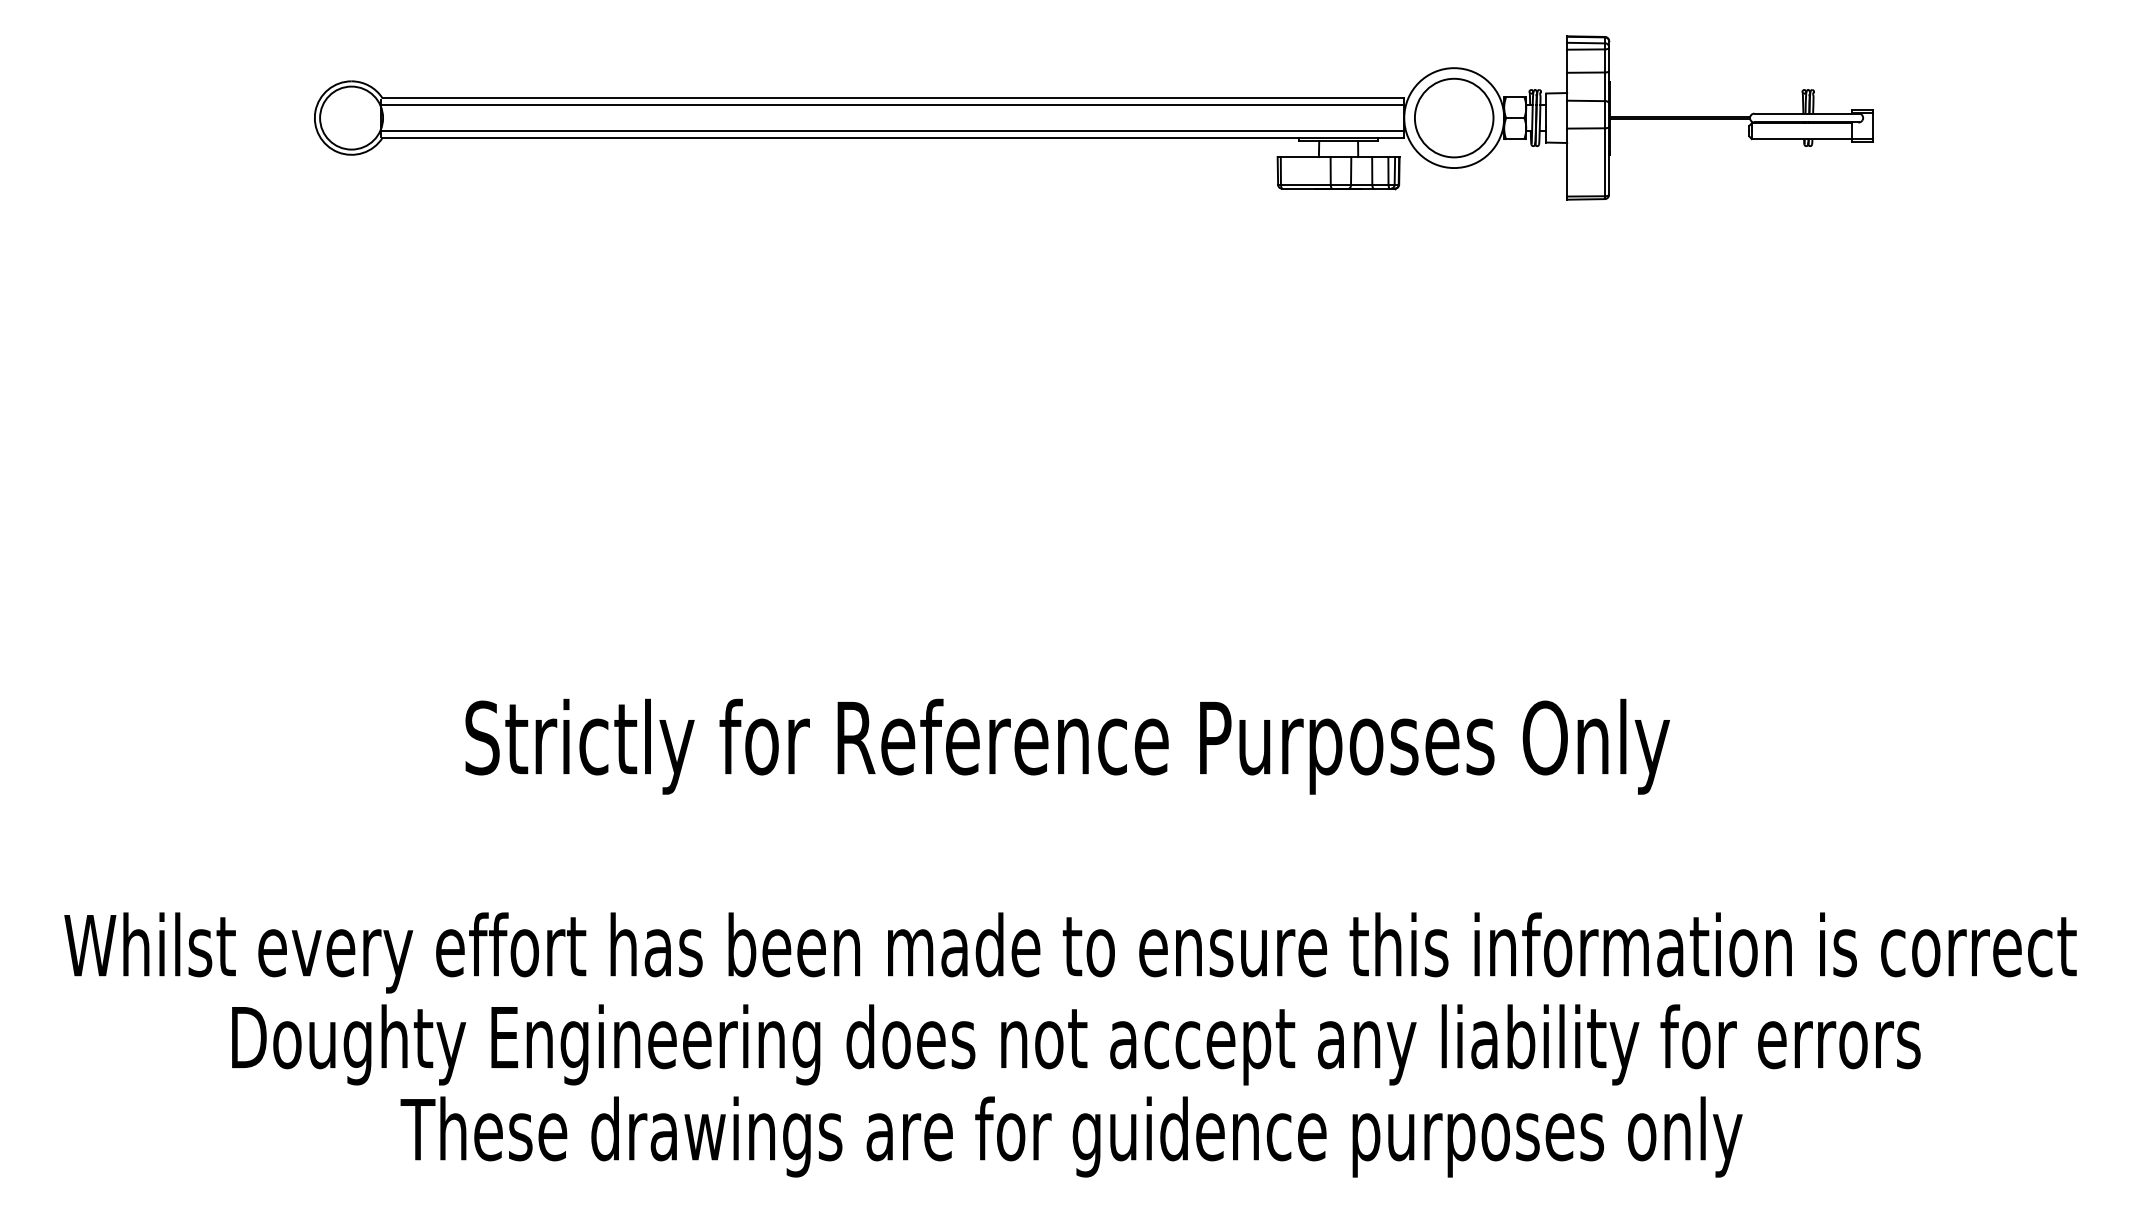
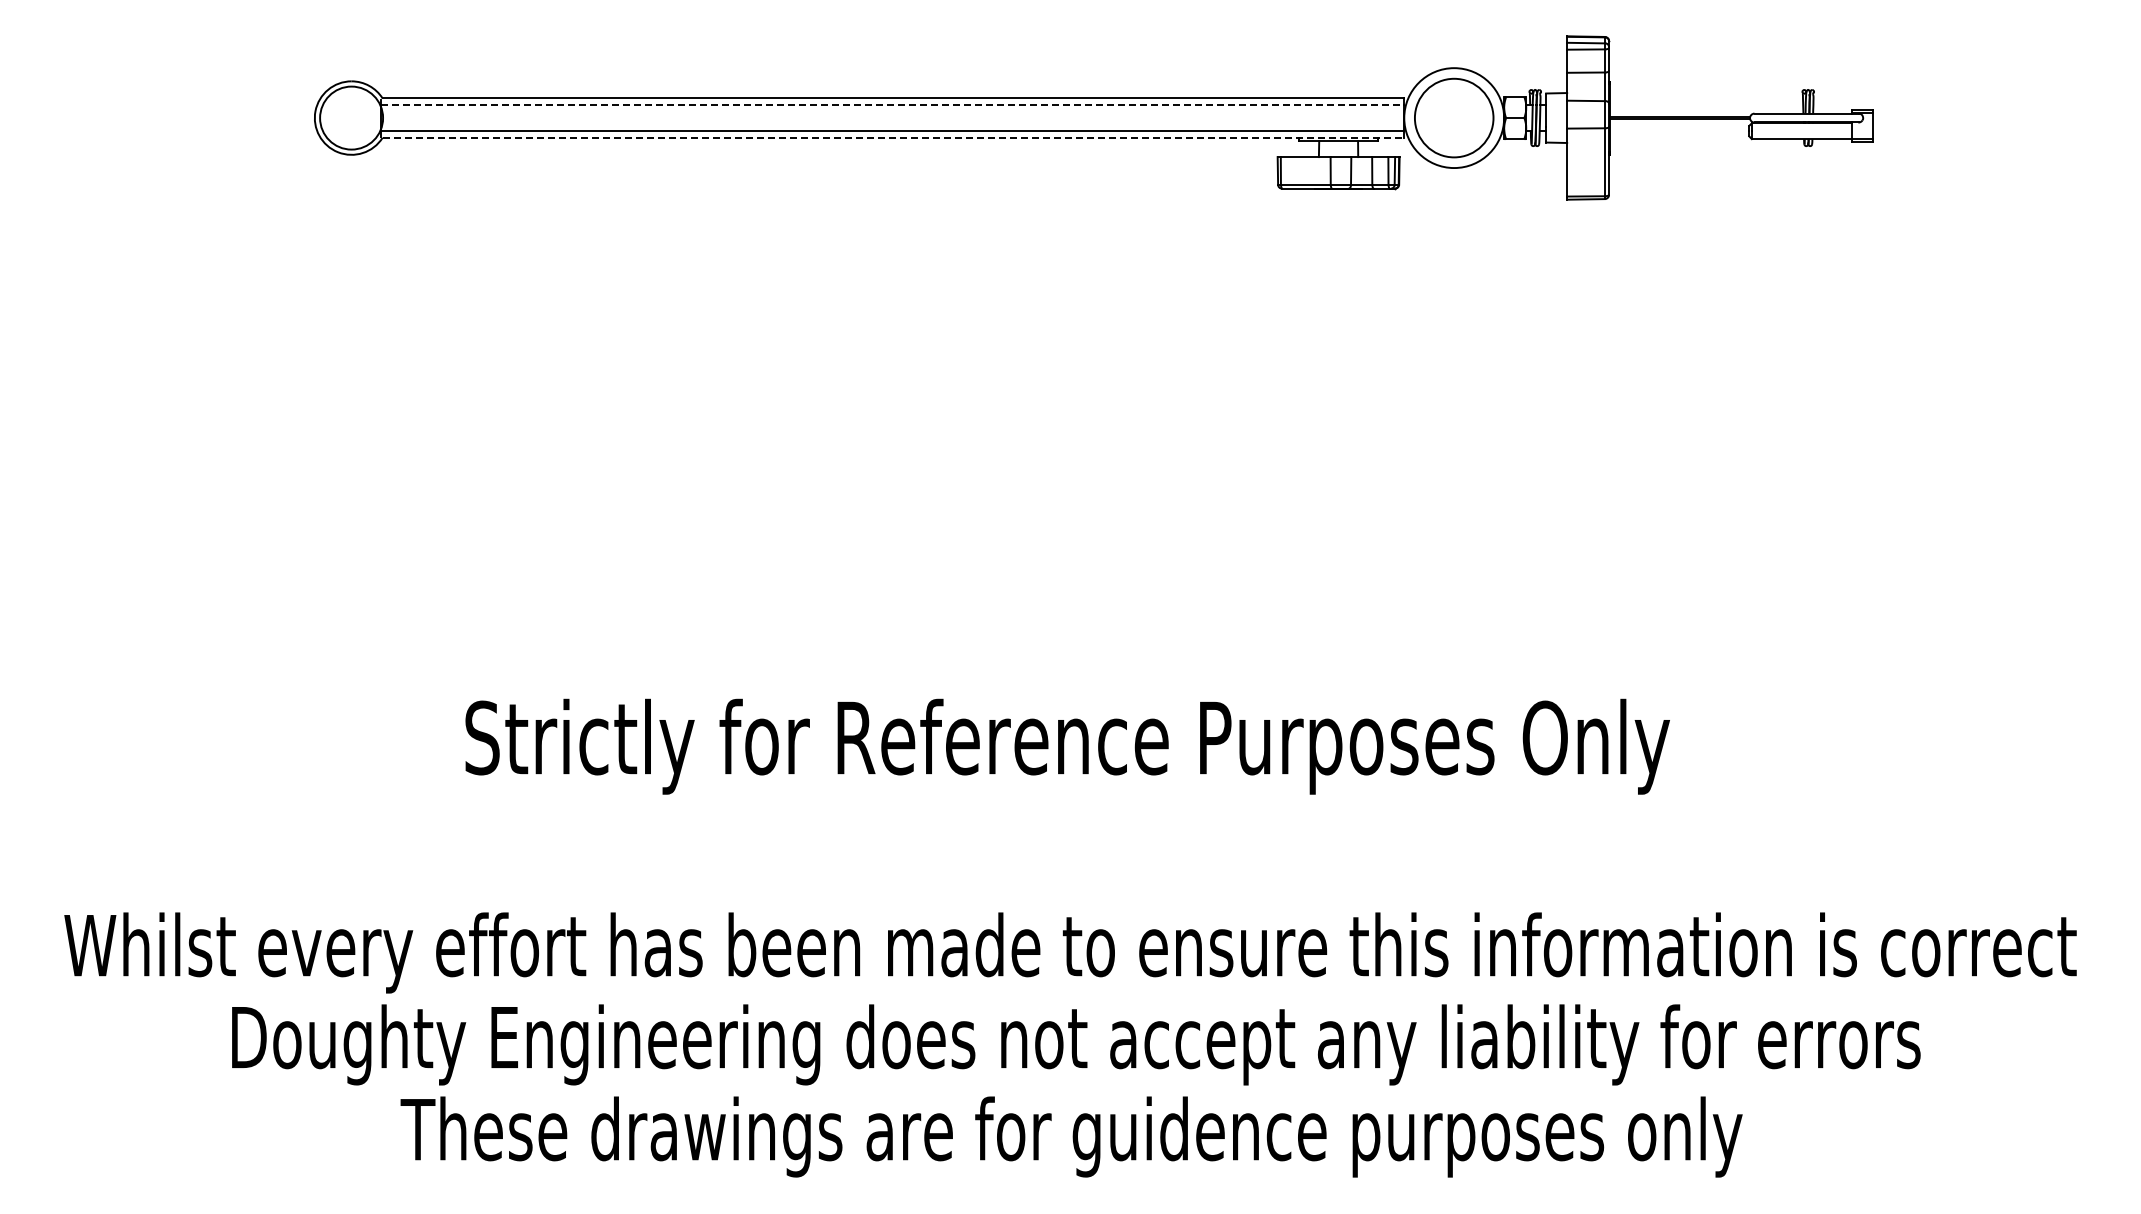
line at (892, 104): solid -> dashed
line at (893, 137): solid -> dashed
